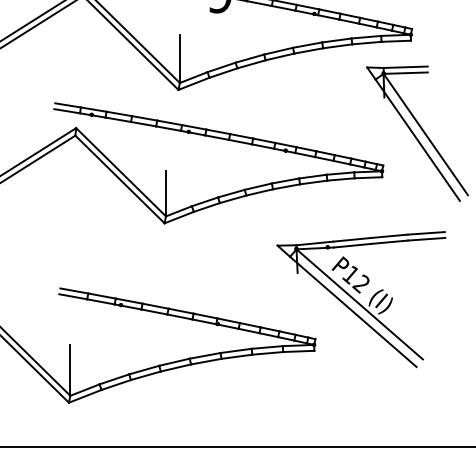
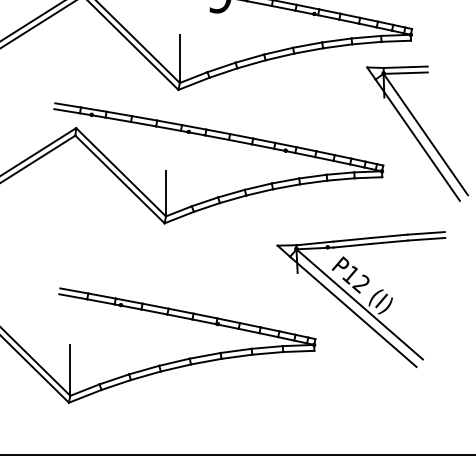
line at (237, 447) position: (237, 447) -> (237, 455)
